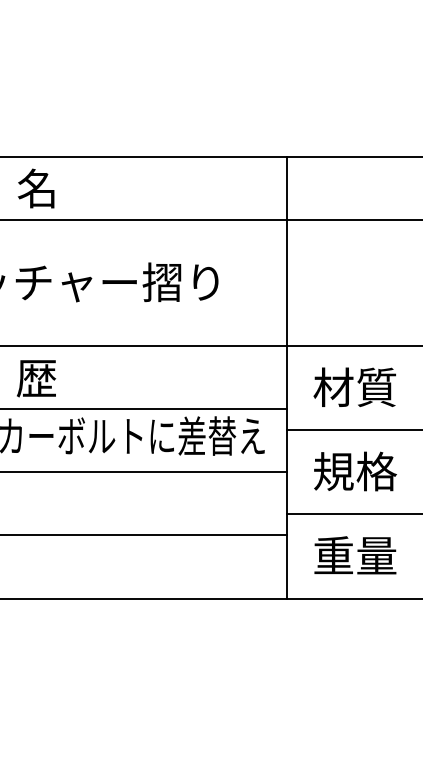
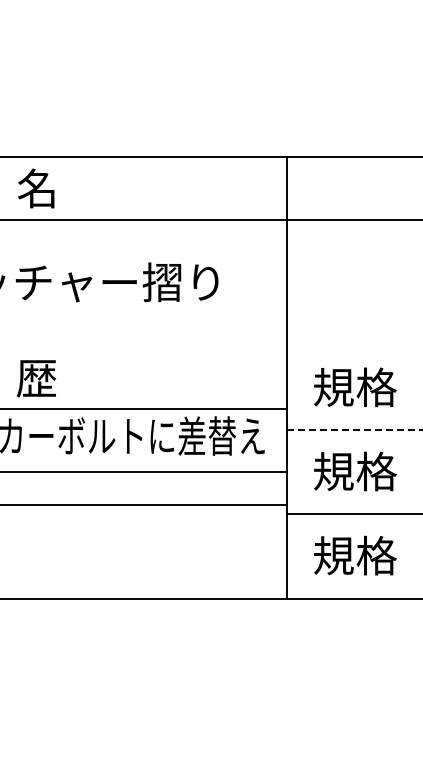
line at (210, 346): present -> none
text at (354, 387): 材質 -> 規格
line at (354, 430): solid -> dashed
line at (144, 535) position: (144, 535) -> (144, 505)
text at (355, 555): 重量 -> 規格
